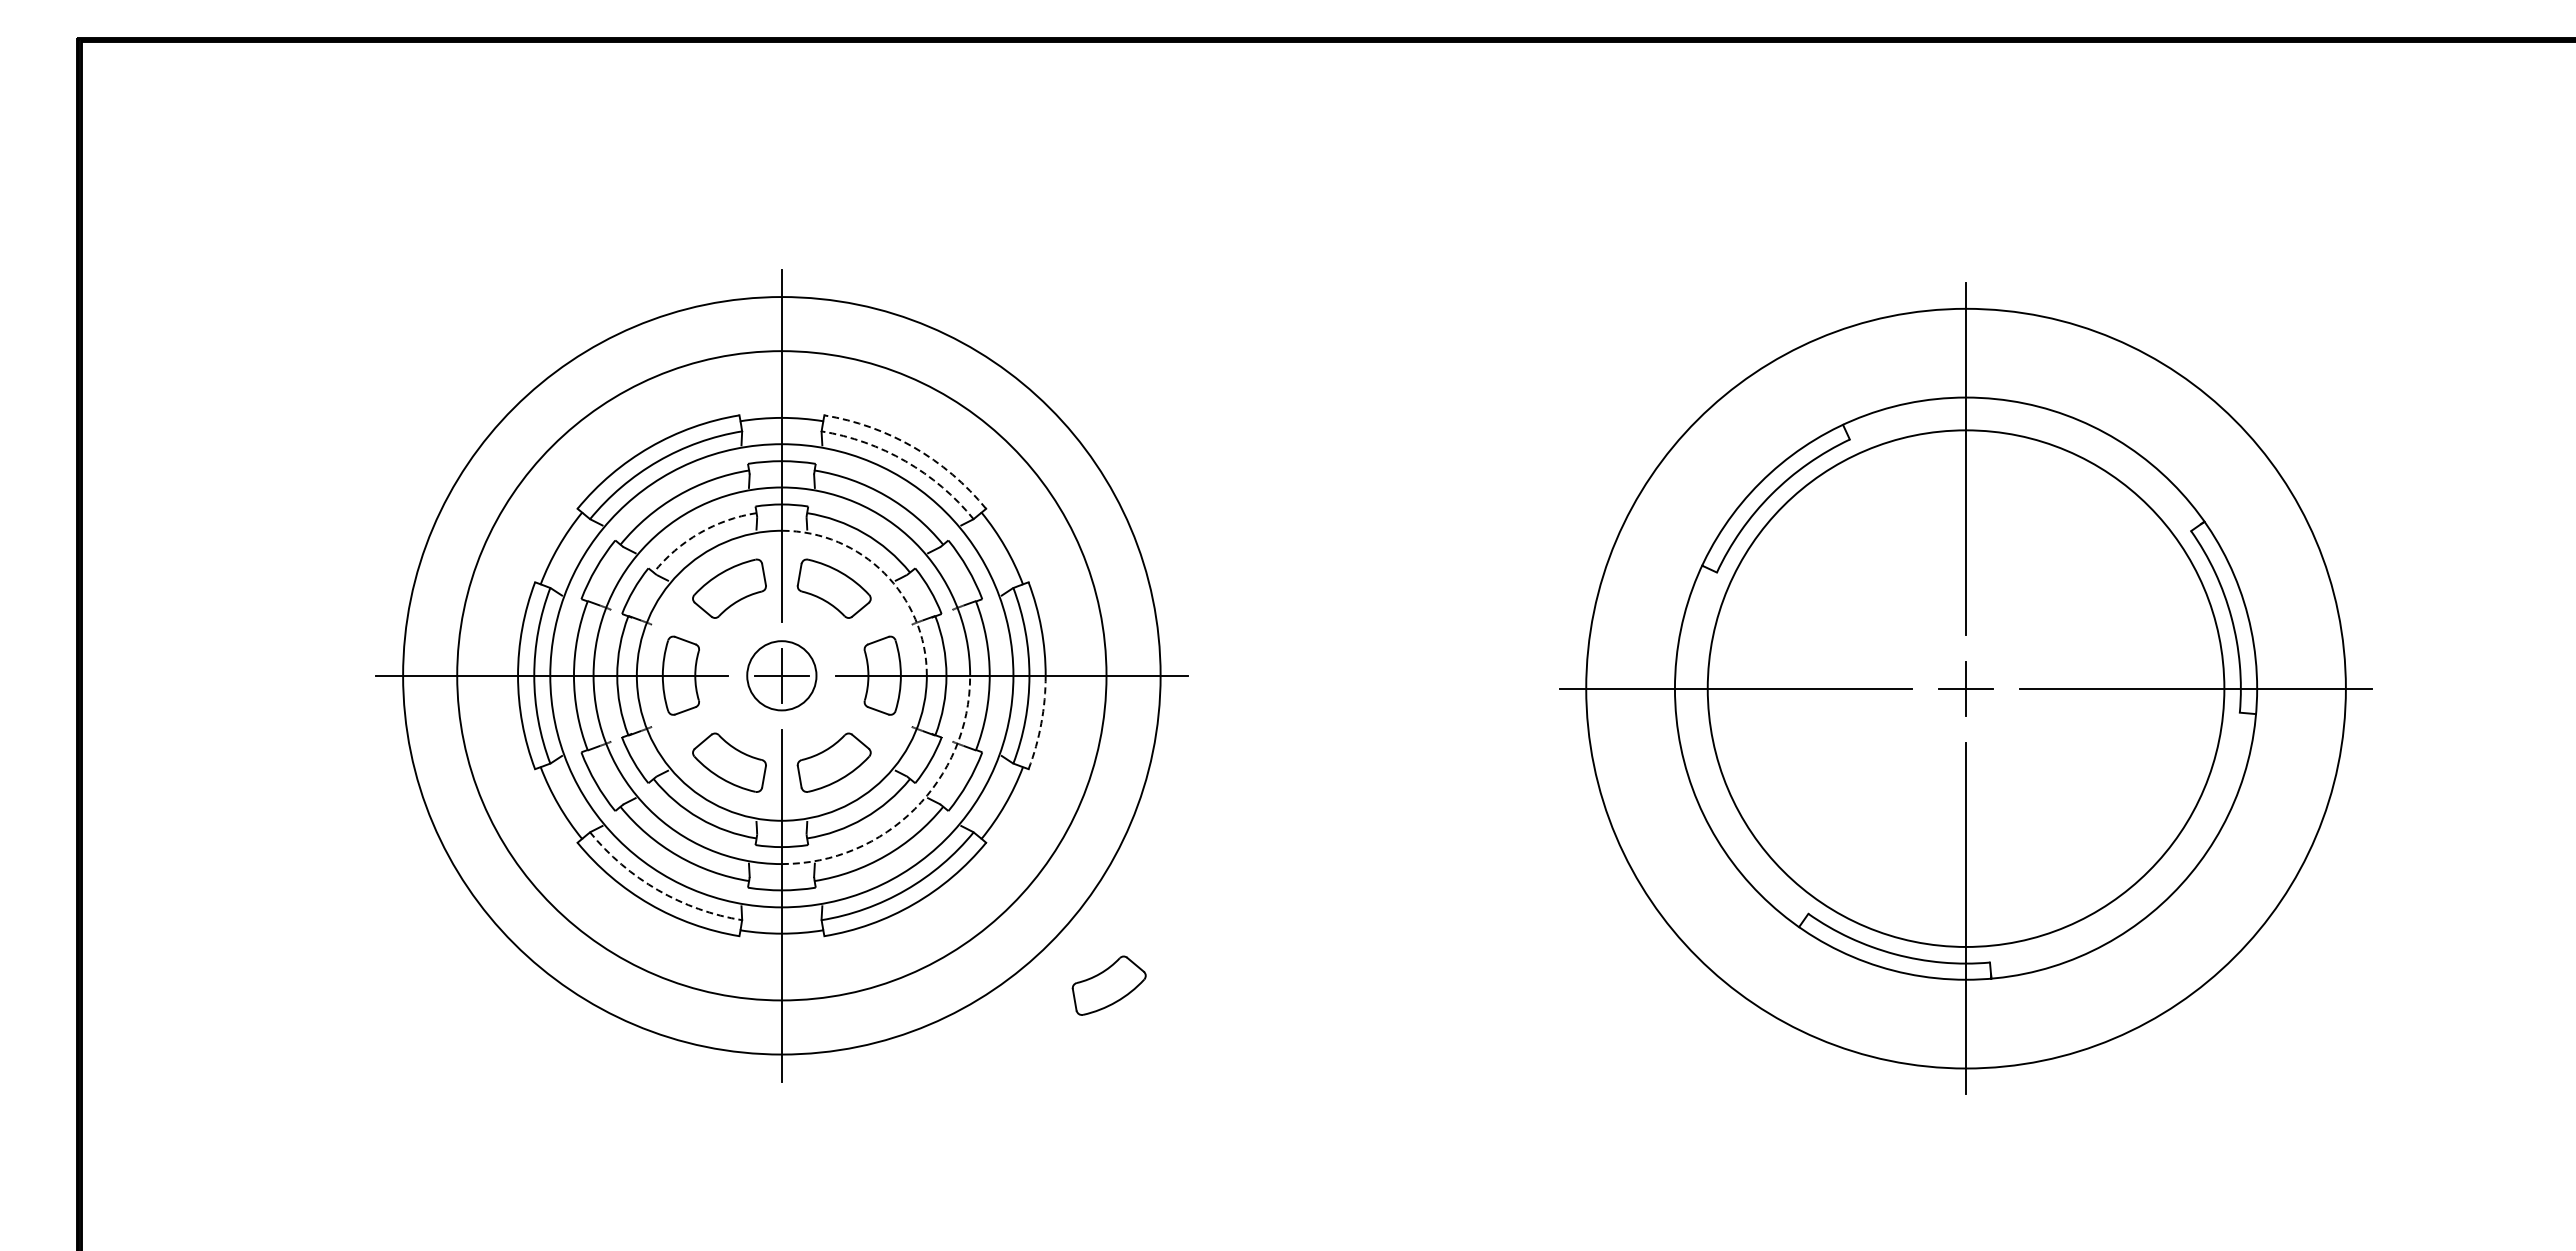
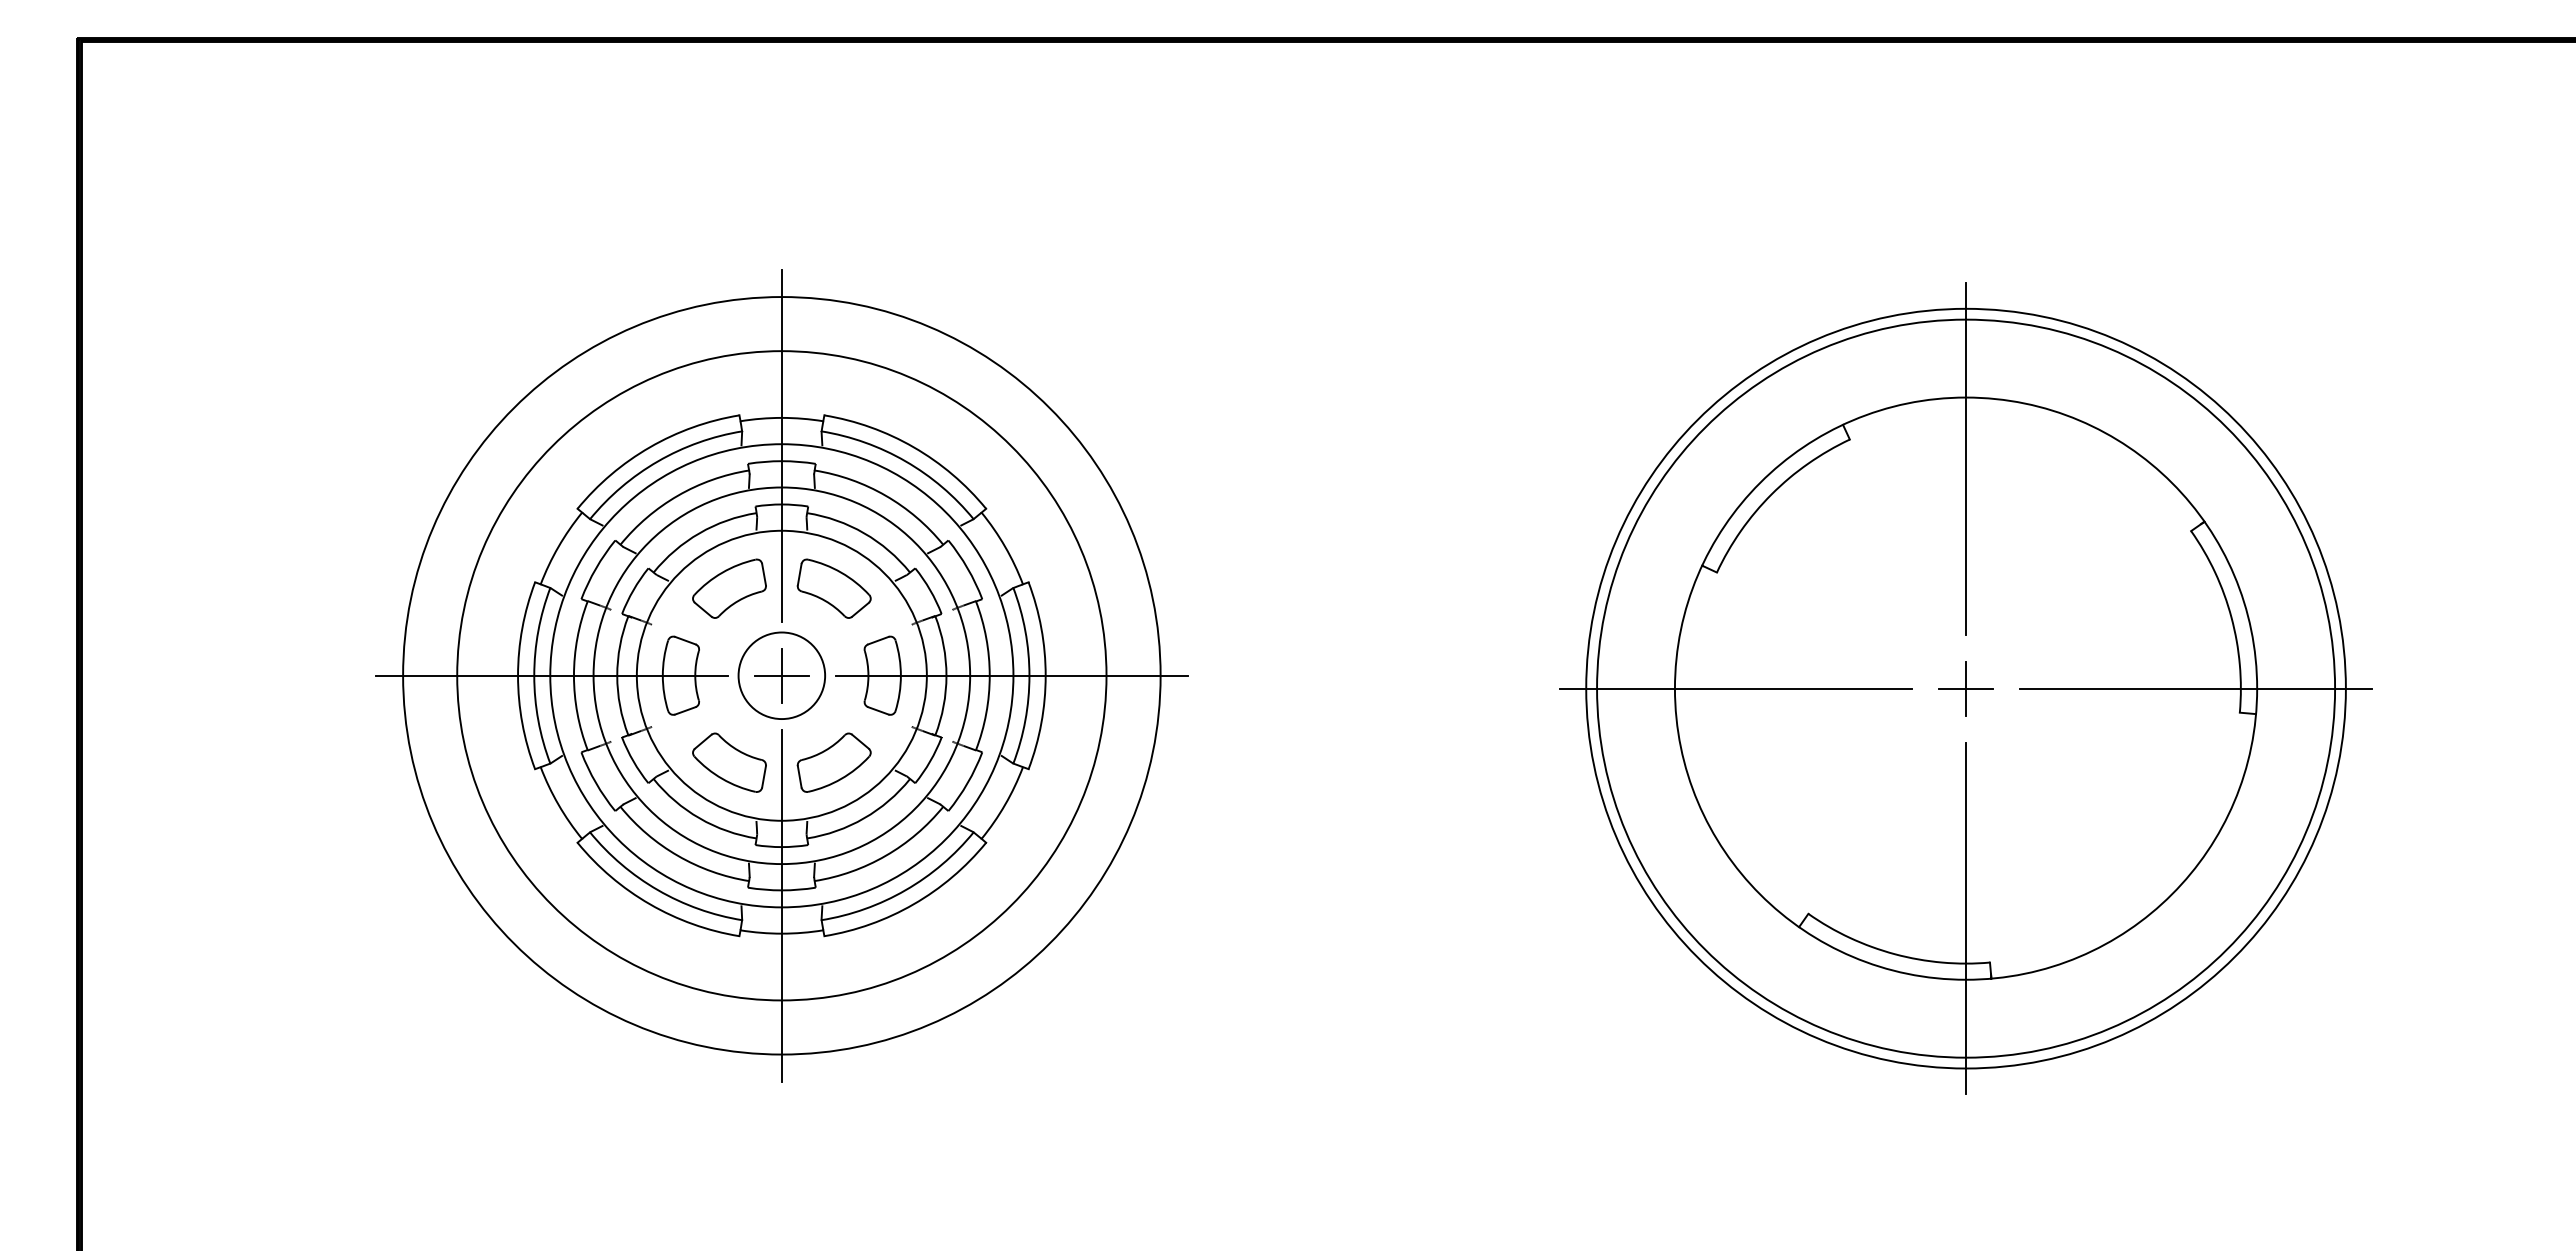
arc at (913, 447): dashed -> solid
arc at (905, 461): dashed -> solid
arc at (699, 533): dashed -> solid
arc at (884, 573): dashed -> solid
circle at (781, 675) diameter: 69 px -> 87 px
circle at (1965, 688) diameter: 517 px -> 738 px
arc at (1041, 723): dashed -> solid
arc at (915, 808): dashed -> solid
arc at (658, 890): dashed -> solid
part at (1108, 985): present -> none
